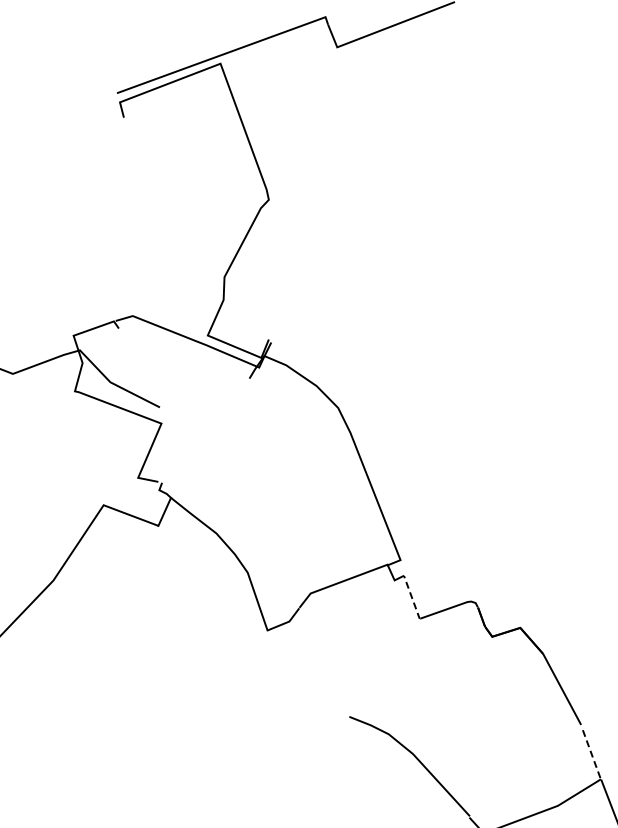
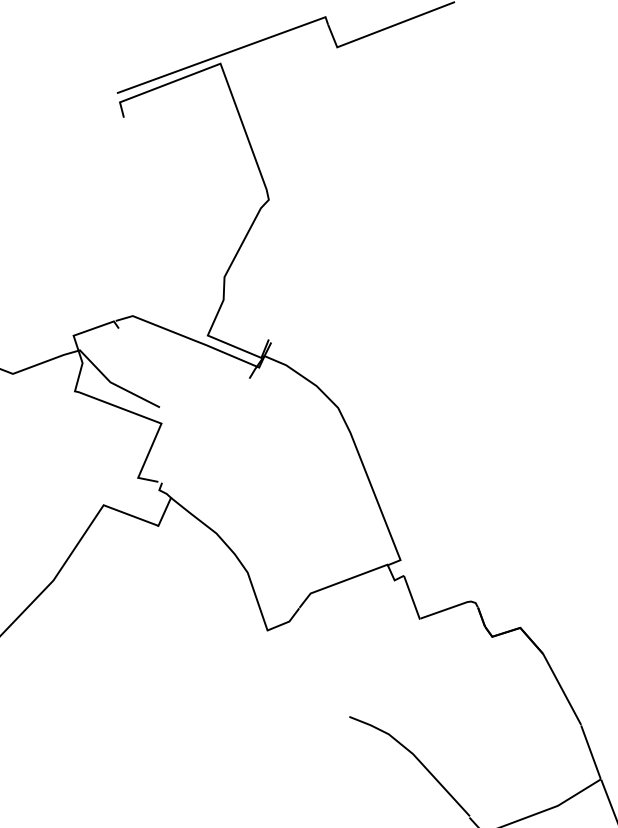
line at (412, 598): dashed -> solid
line at (590, 752): dashed -> solid
